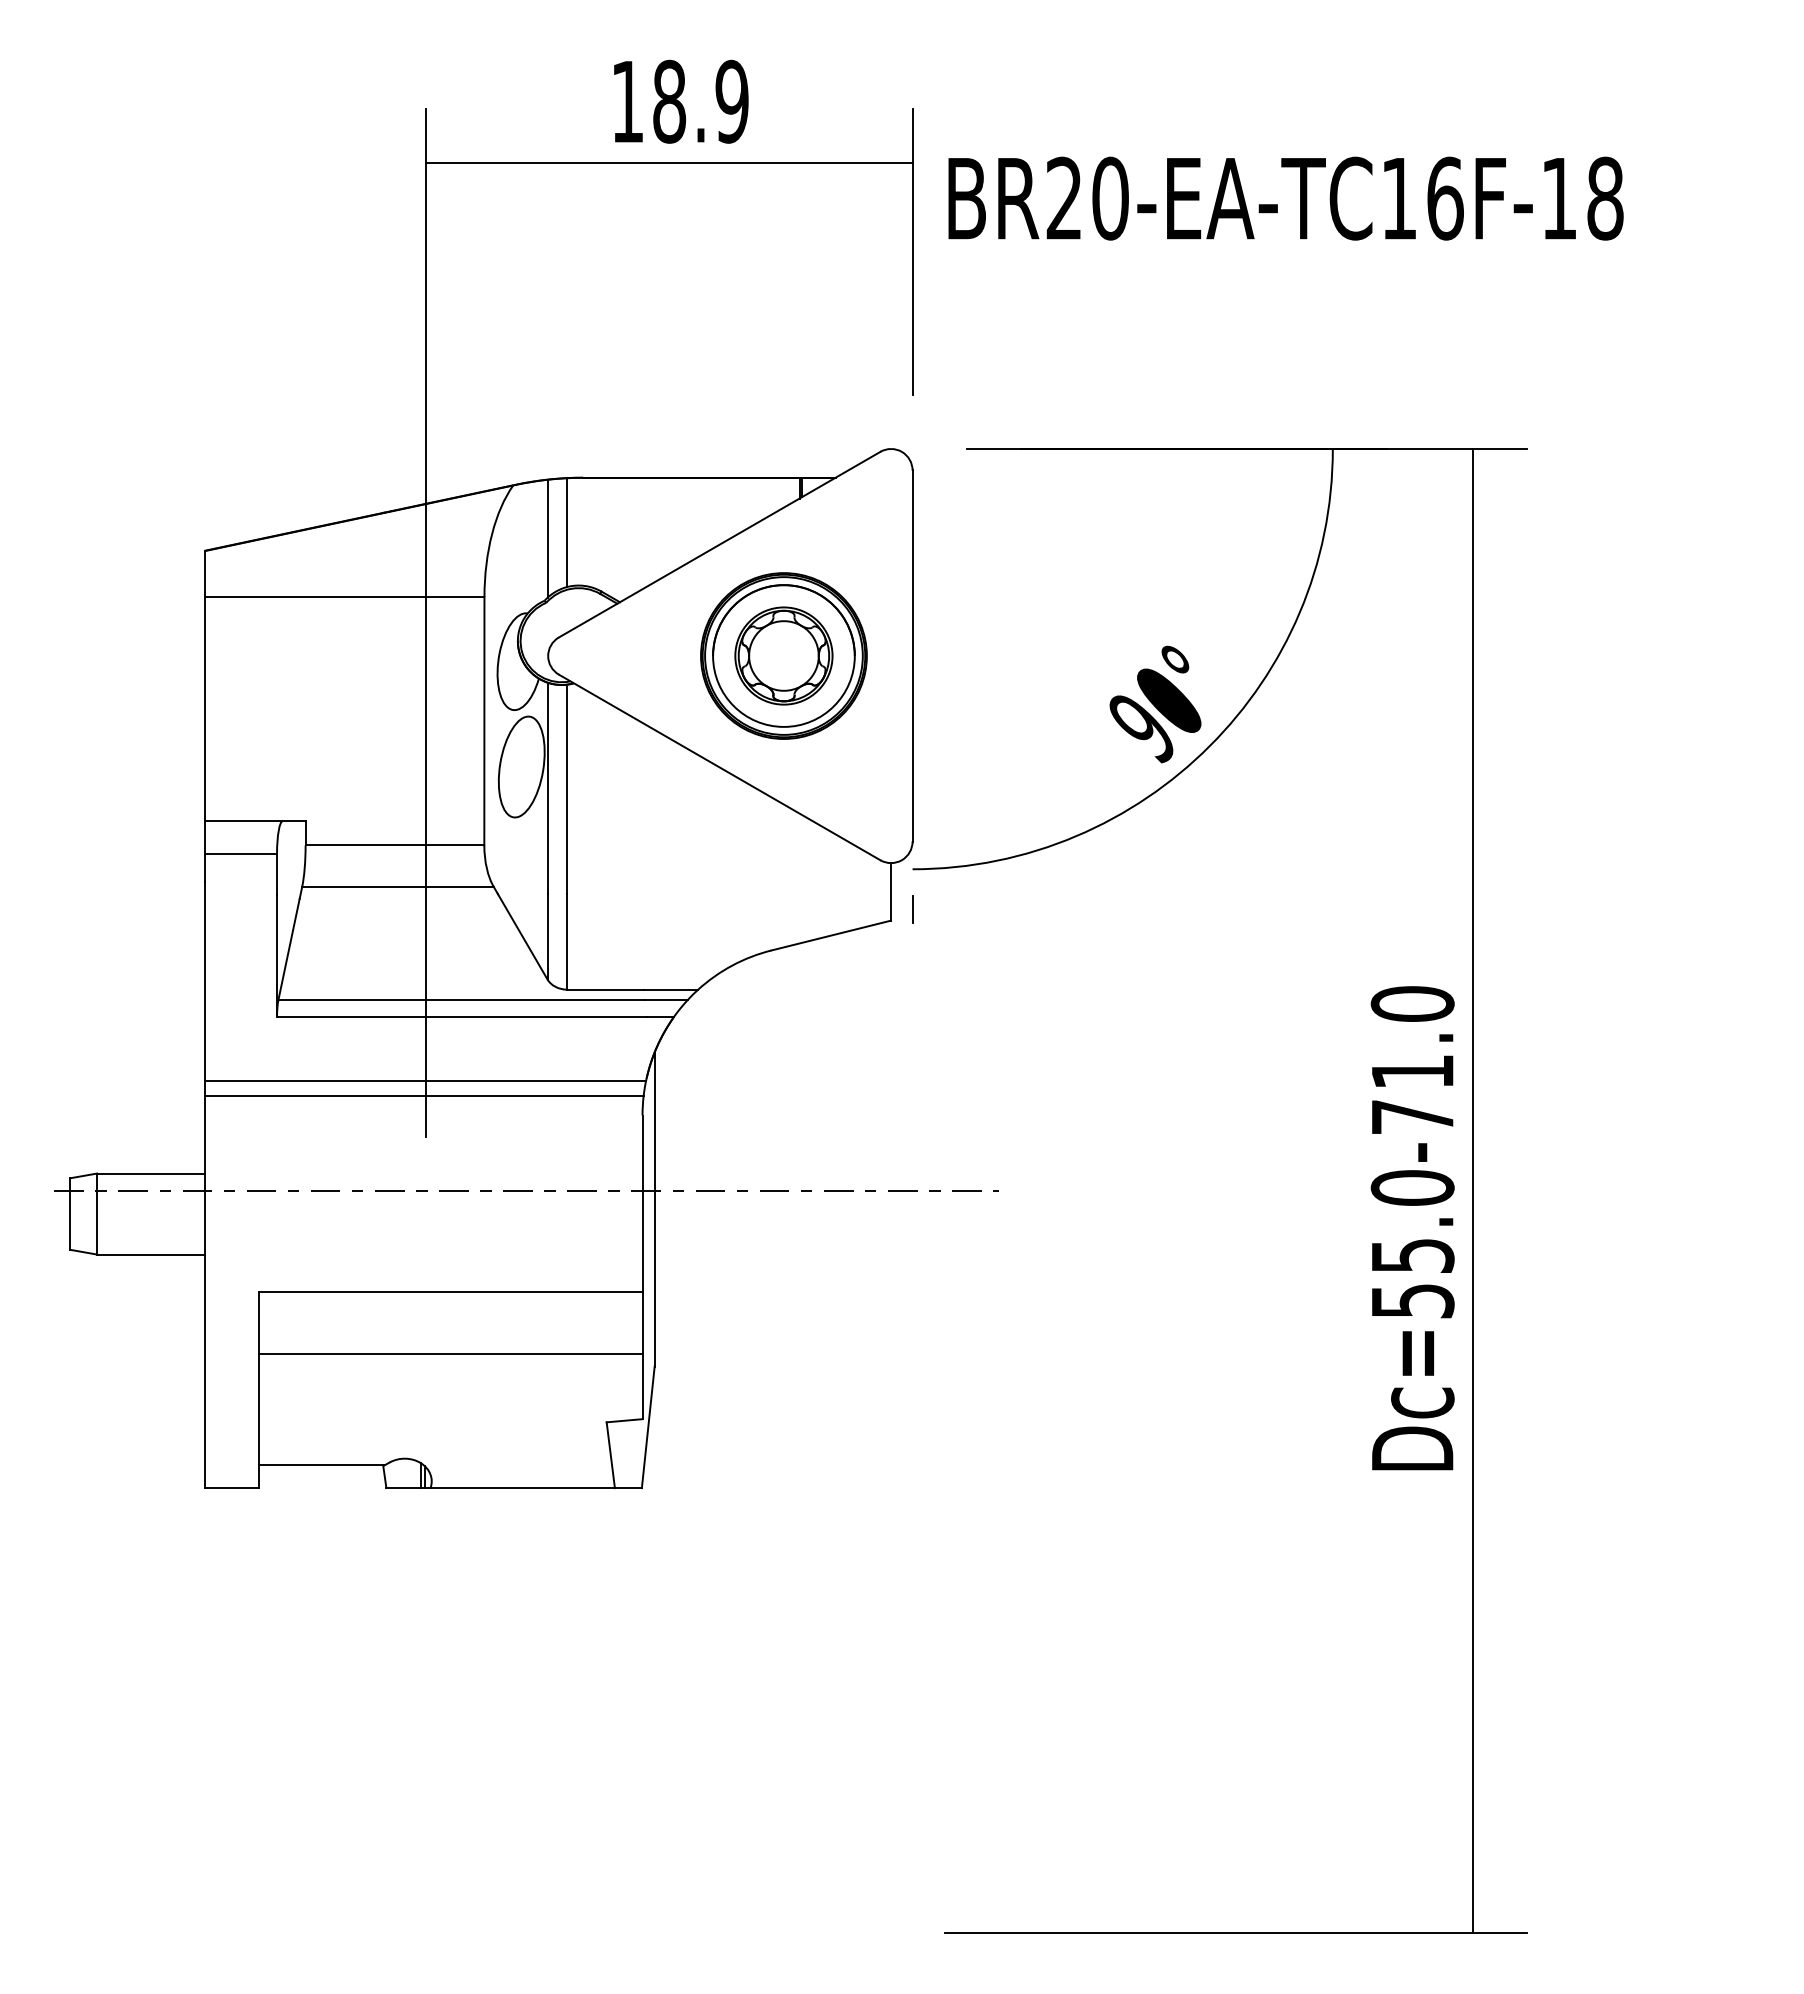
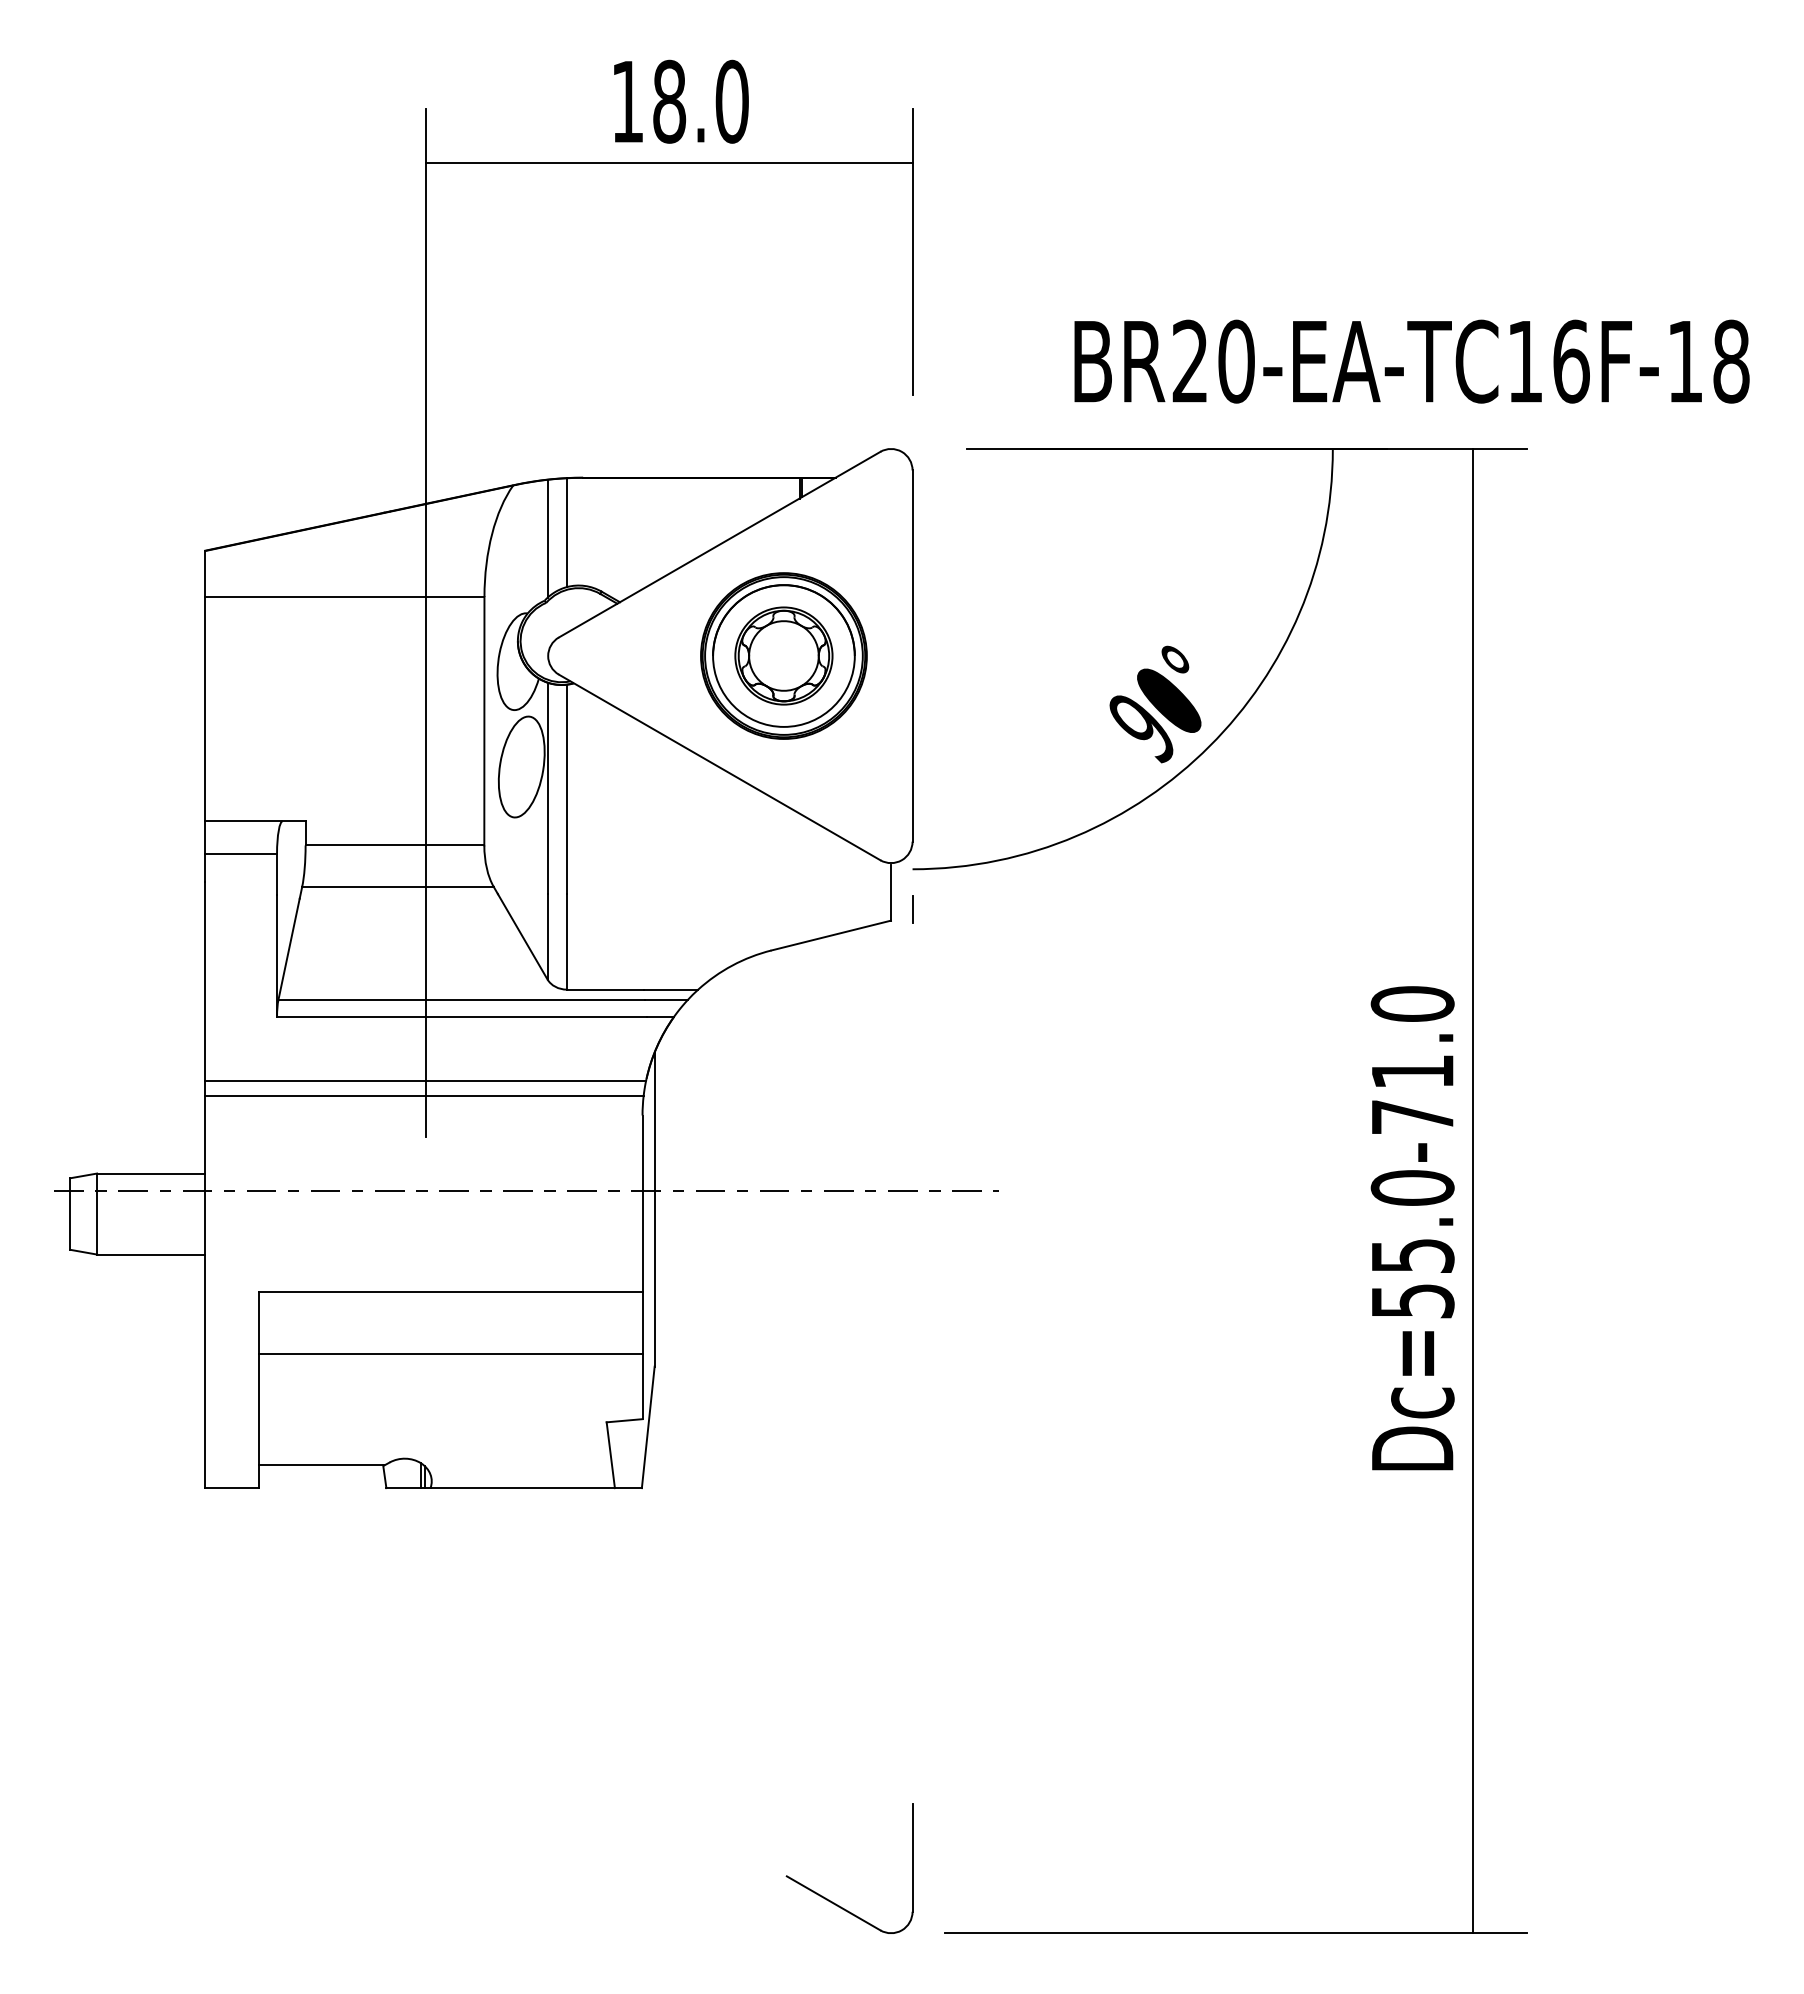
text at (731, 101): 18.9 -> 18.0
text at (1285, 198) position: (1285, 198) -> (1411, 361)
part at (829, 1899): none -> present
